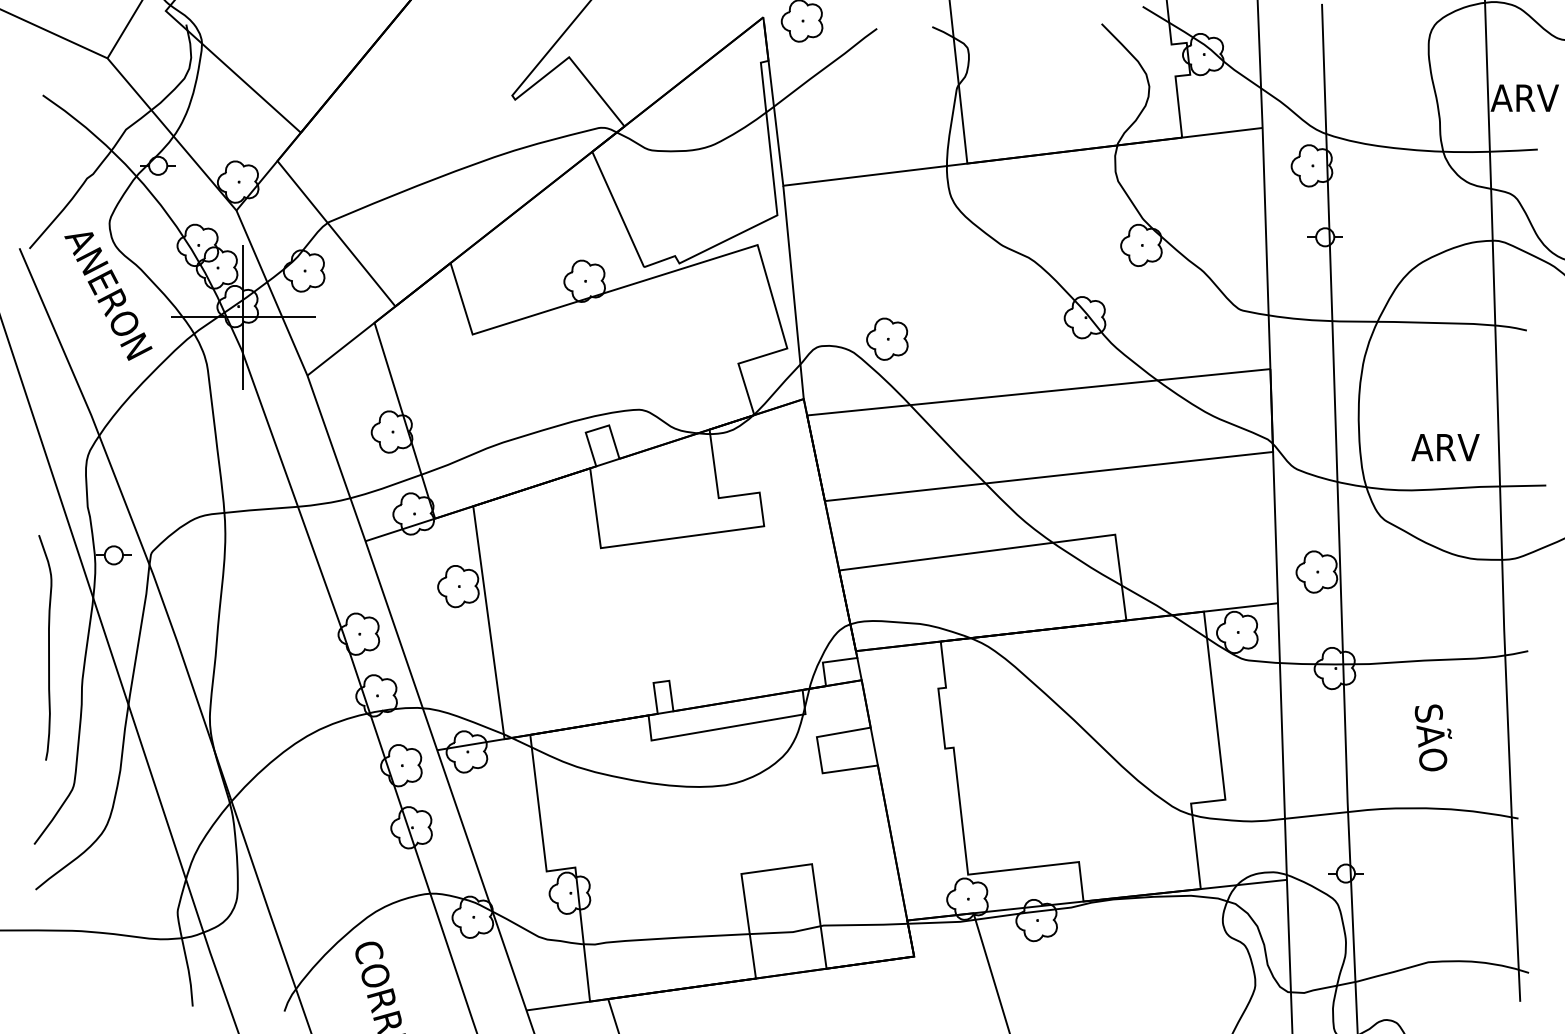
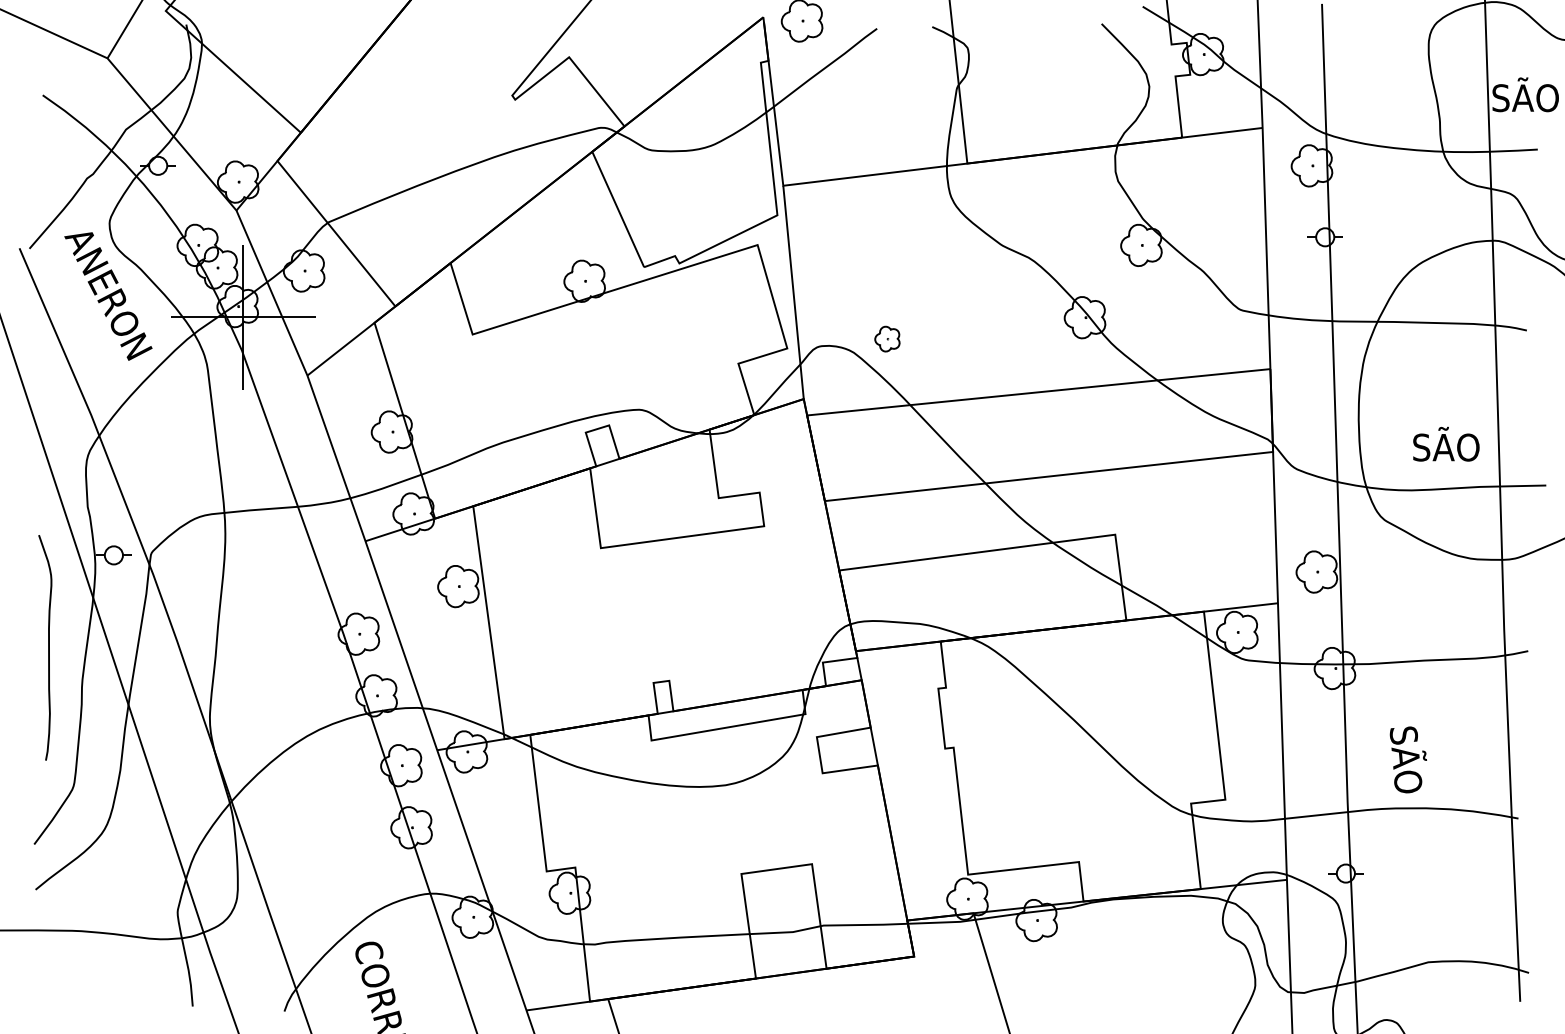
text at (1524, 94): ARV -> SÃO
part at (887, 338) size: 43x44 px -> 27x28 px
text at (1445, 443): ARV -> SÃO
text at (1432, 737) position: (1432, 737) -> (1407, 759)
